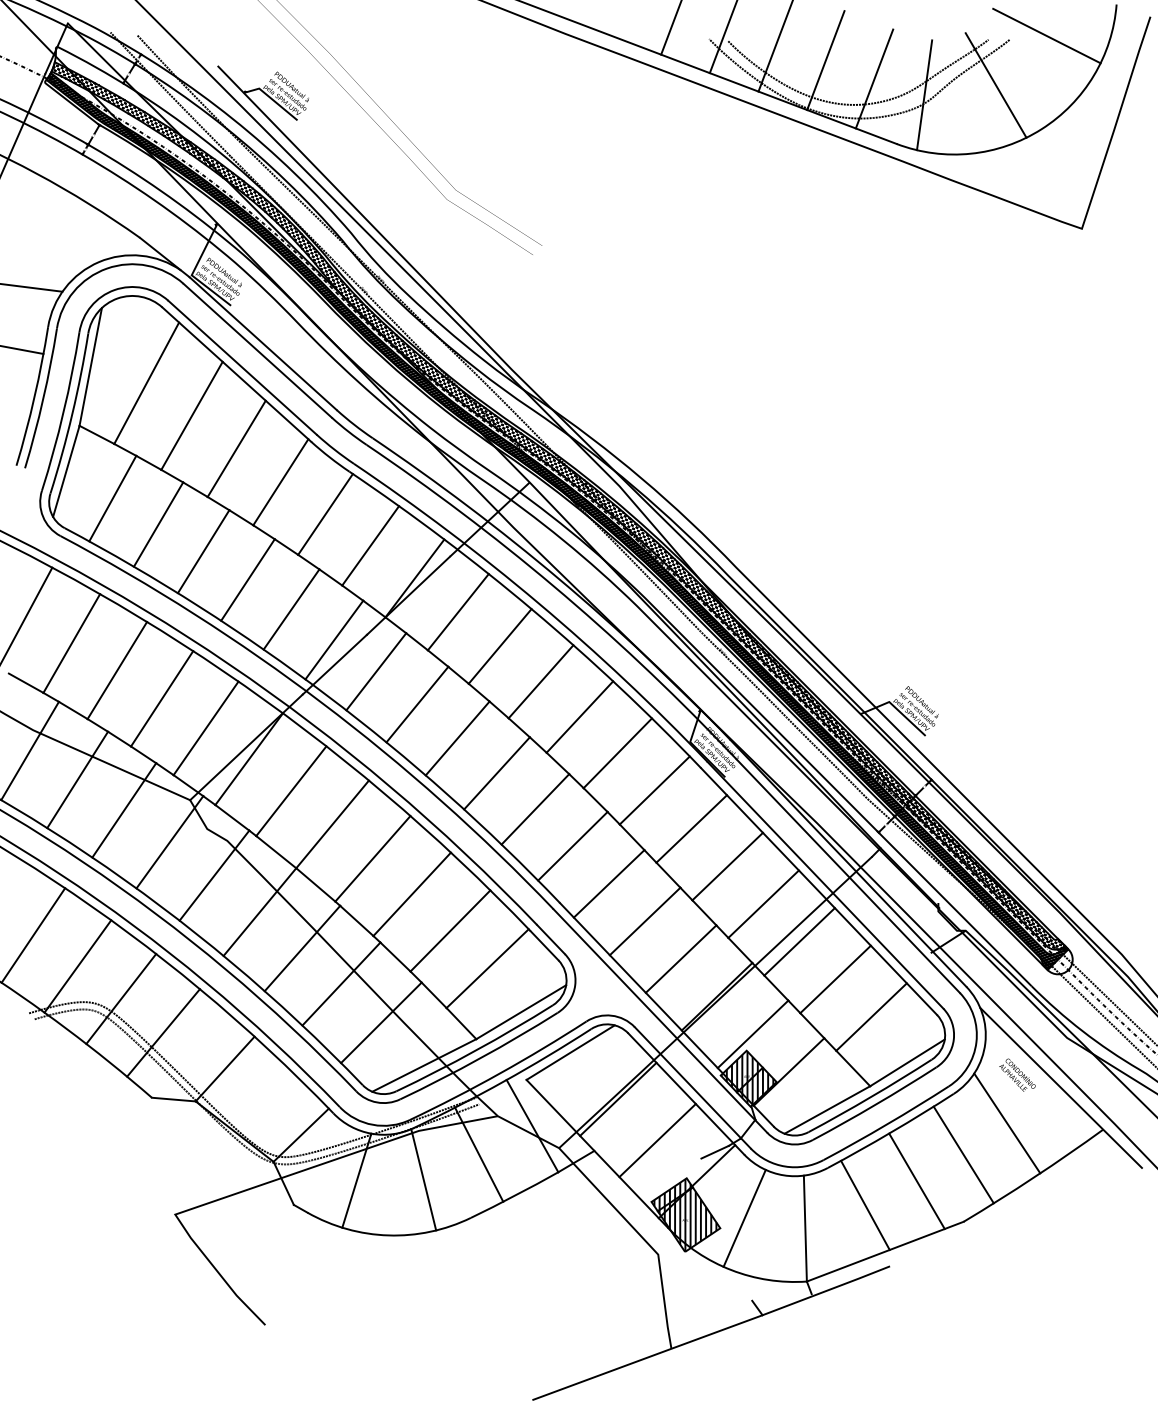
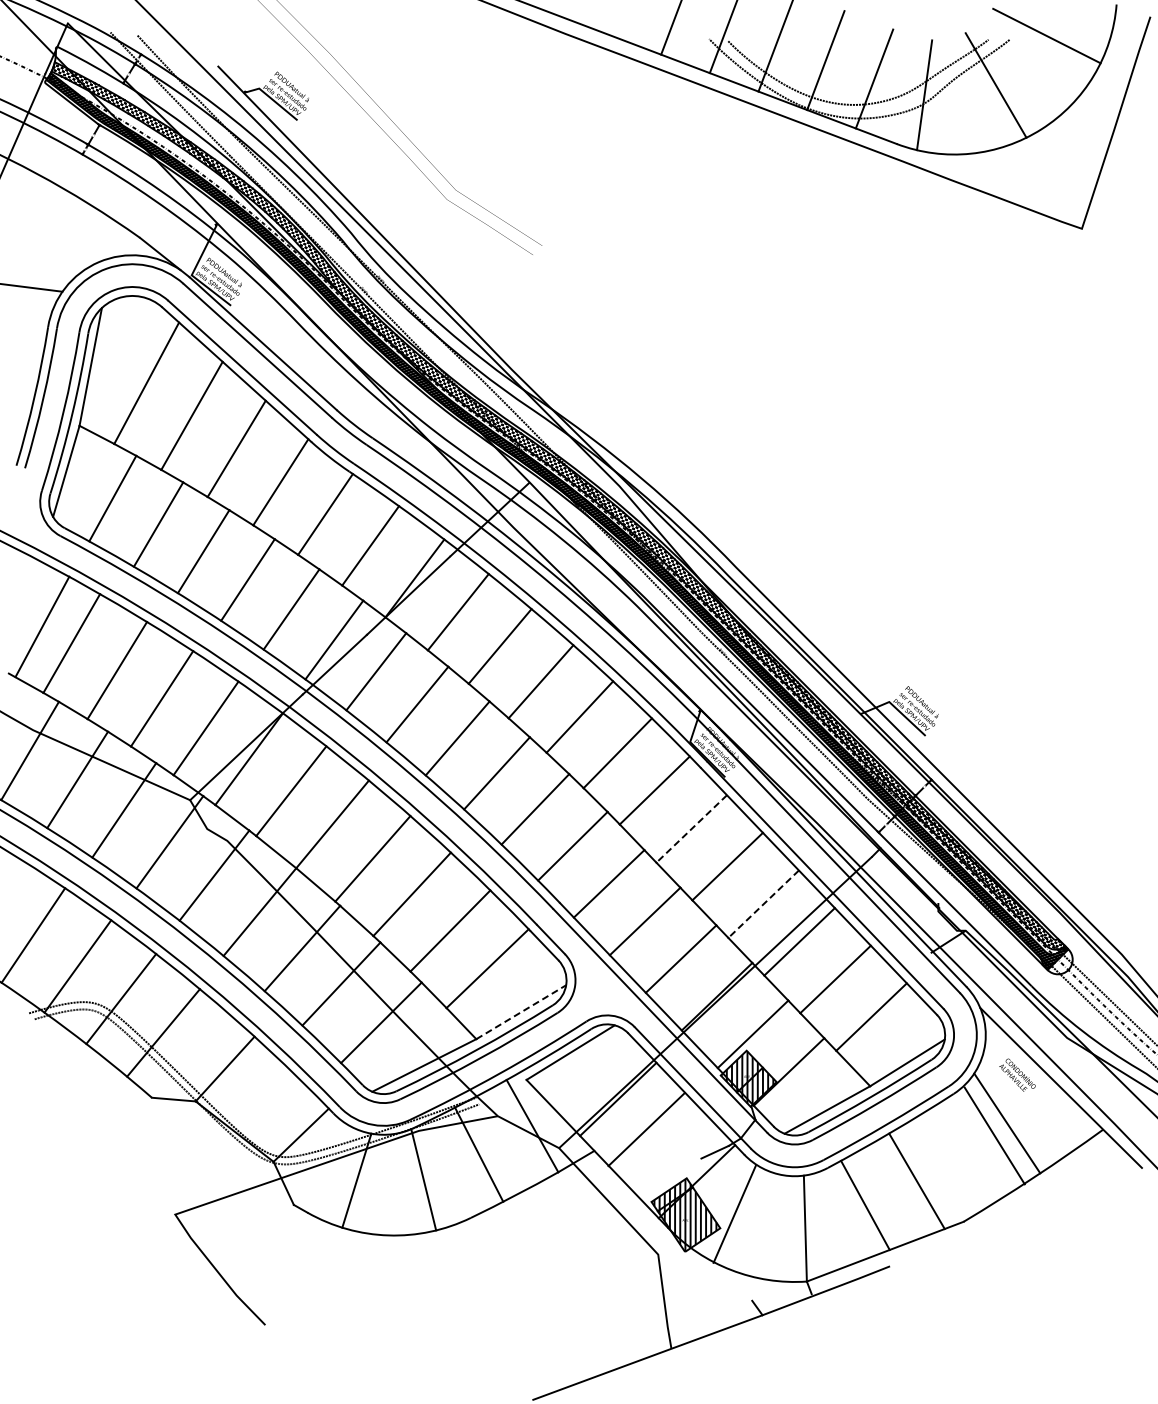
line at (22, 349): present -> none
line at (27, 613) position: (27, 613) -> (42, 626)
line at (691, 828): solid -> dashed
line at (763, 904): solid -> dashed
line at (521, 1011): solid -> dashed
line at (657, 1140) position: (657, 1140) -> (646, 1129)
line at (963, 1154) position: (963, 1154) -> (994, 1135)
line at (744, 1217) position: (744, 1217) -> (734, 1213)
